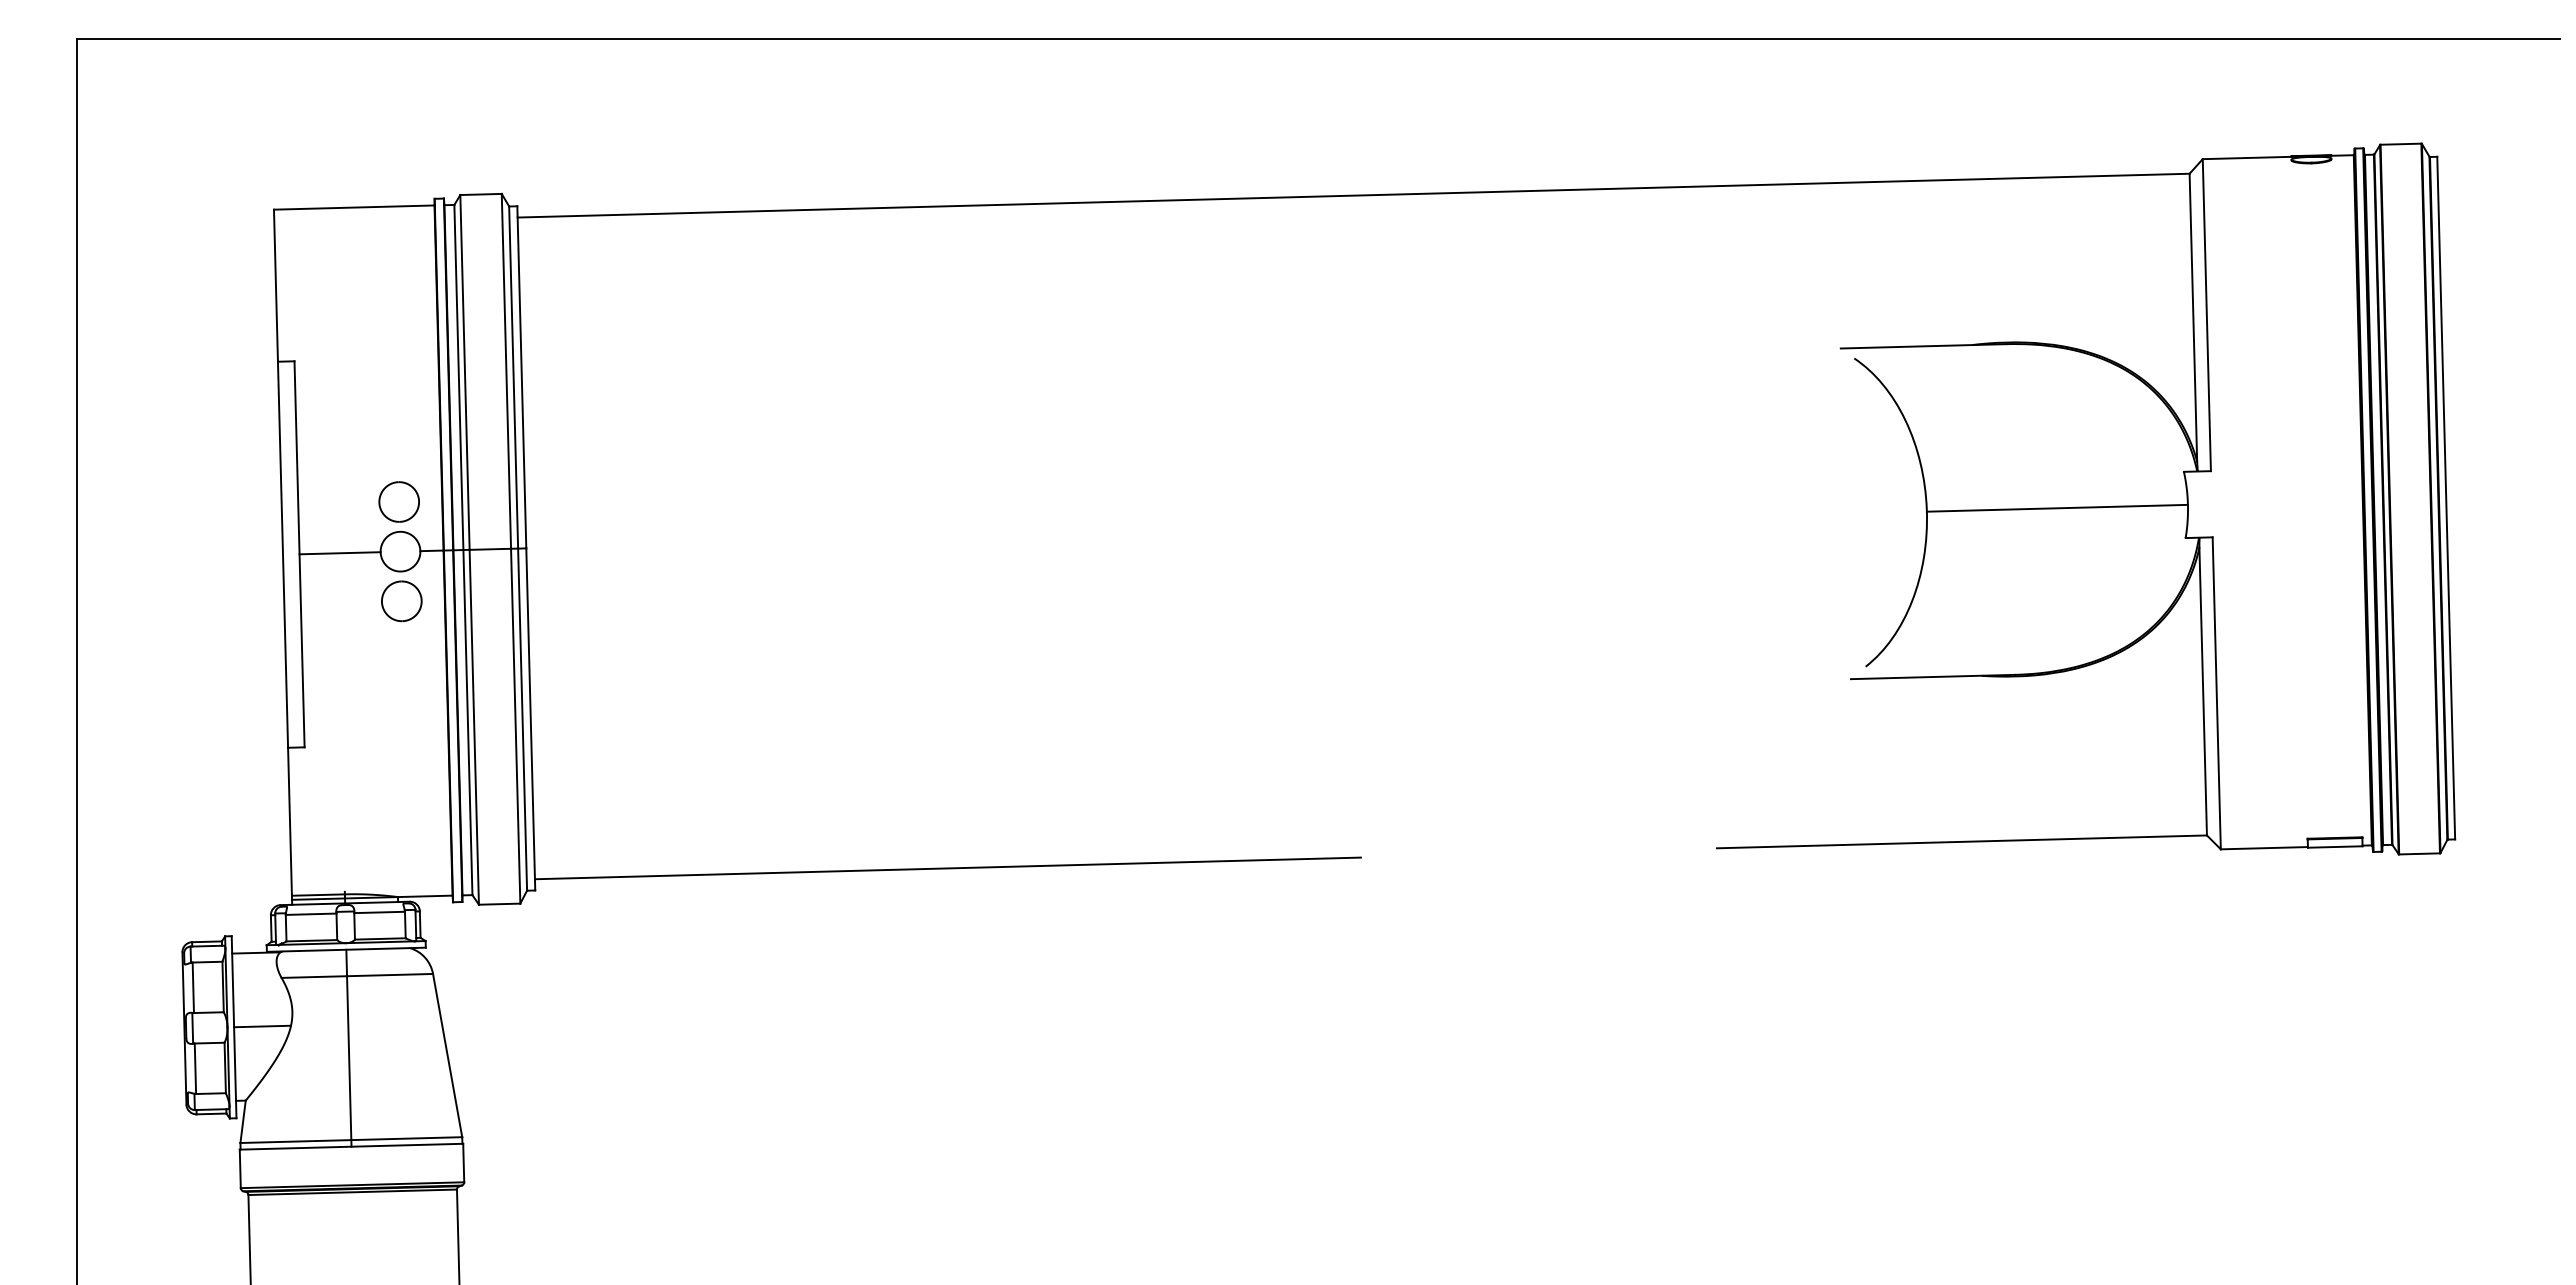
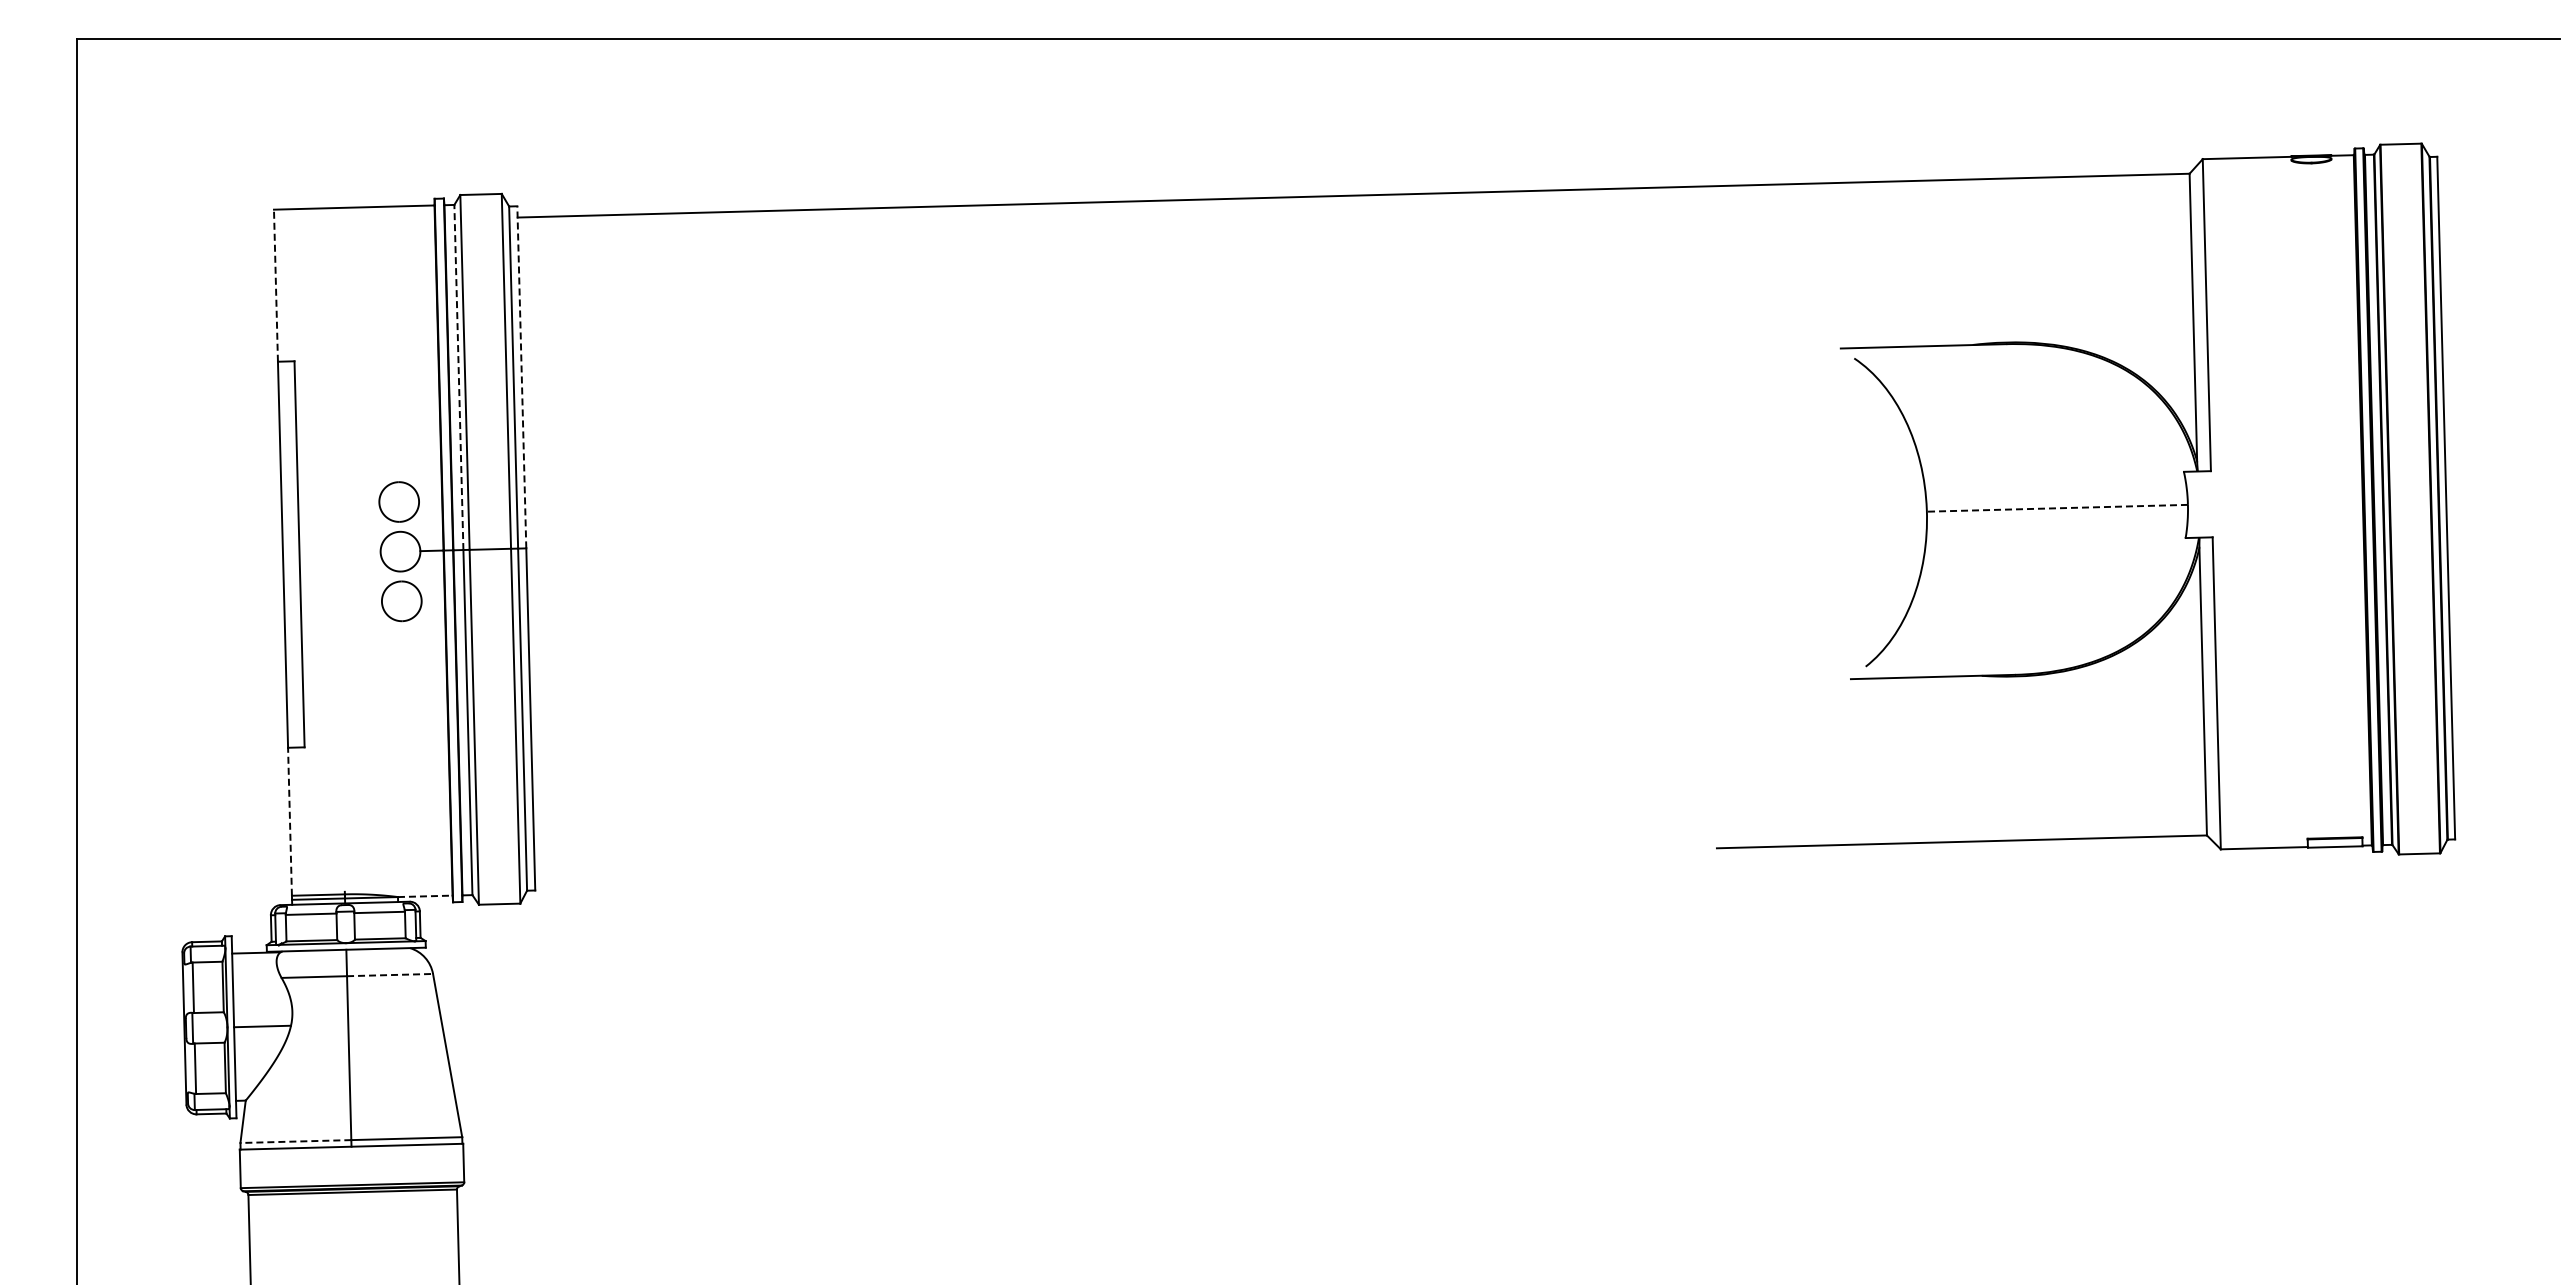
line at (275, 285): solid -> dashed
line at (521, 376): solid -> dashed
line at (458, 377): solid -> dashed
line at (2057, 508): solid -> dashed
line at (339, 553): present -> none
line at (290, 821): solid -> dashed
line at (947, 868): present -> none
line at (425, 896): solid -> dashed
line at (390, 975): solid -> dashed
line at (295, 1141): solid -> dashed
